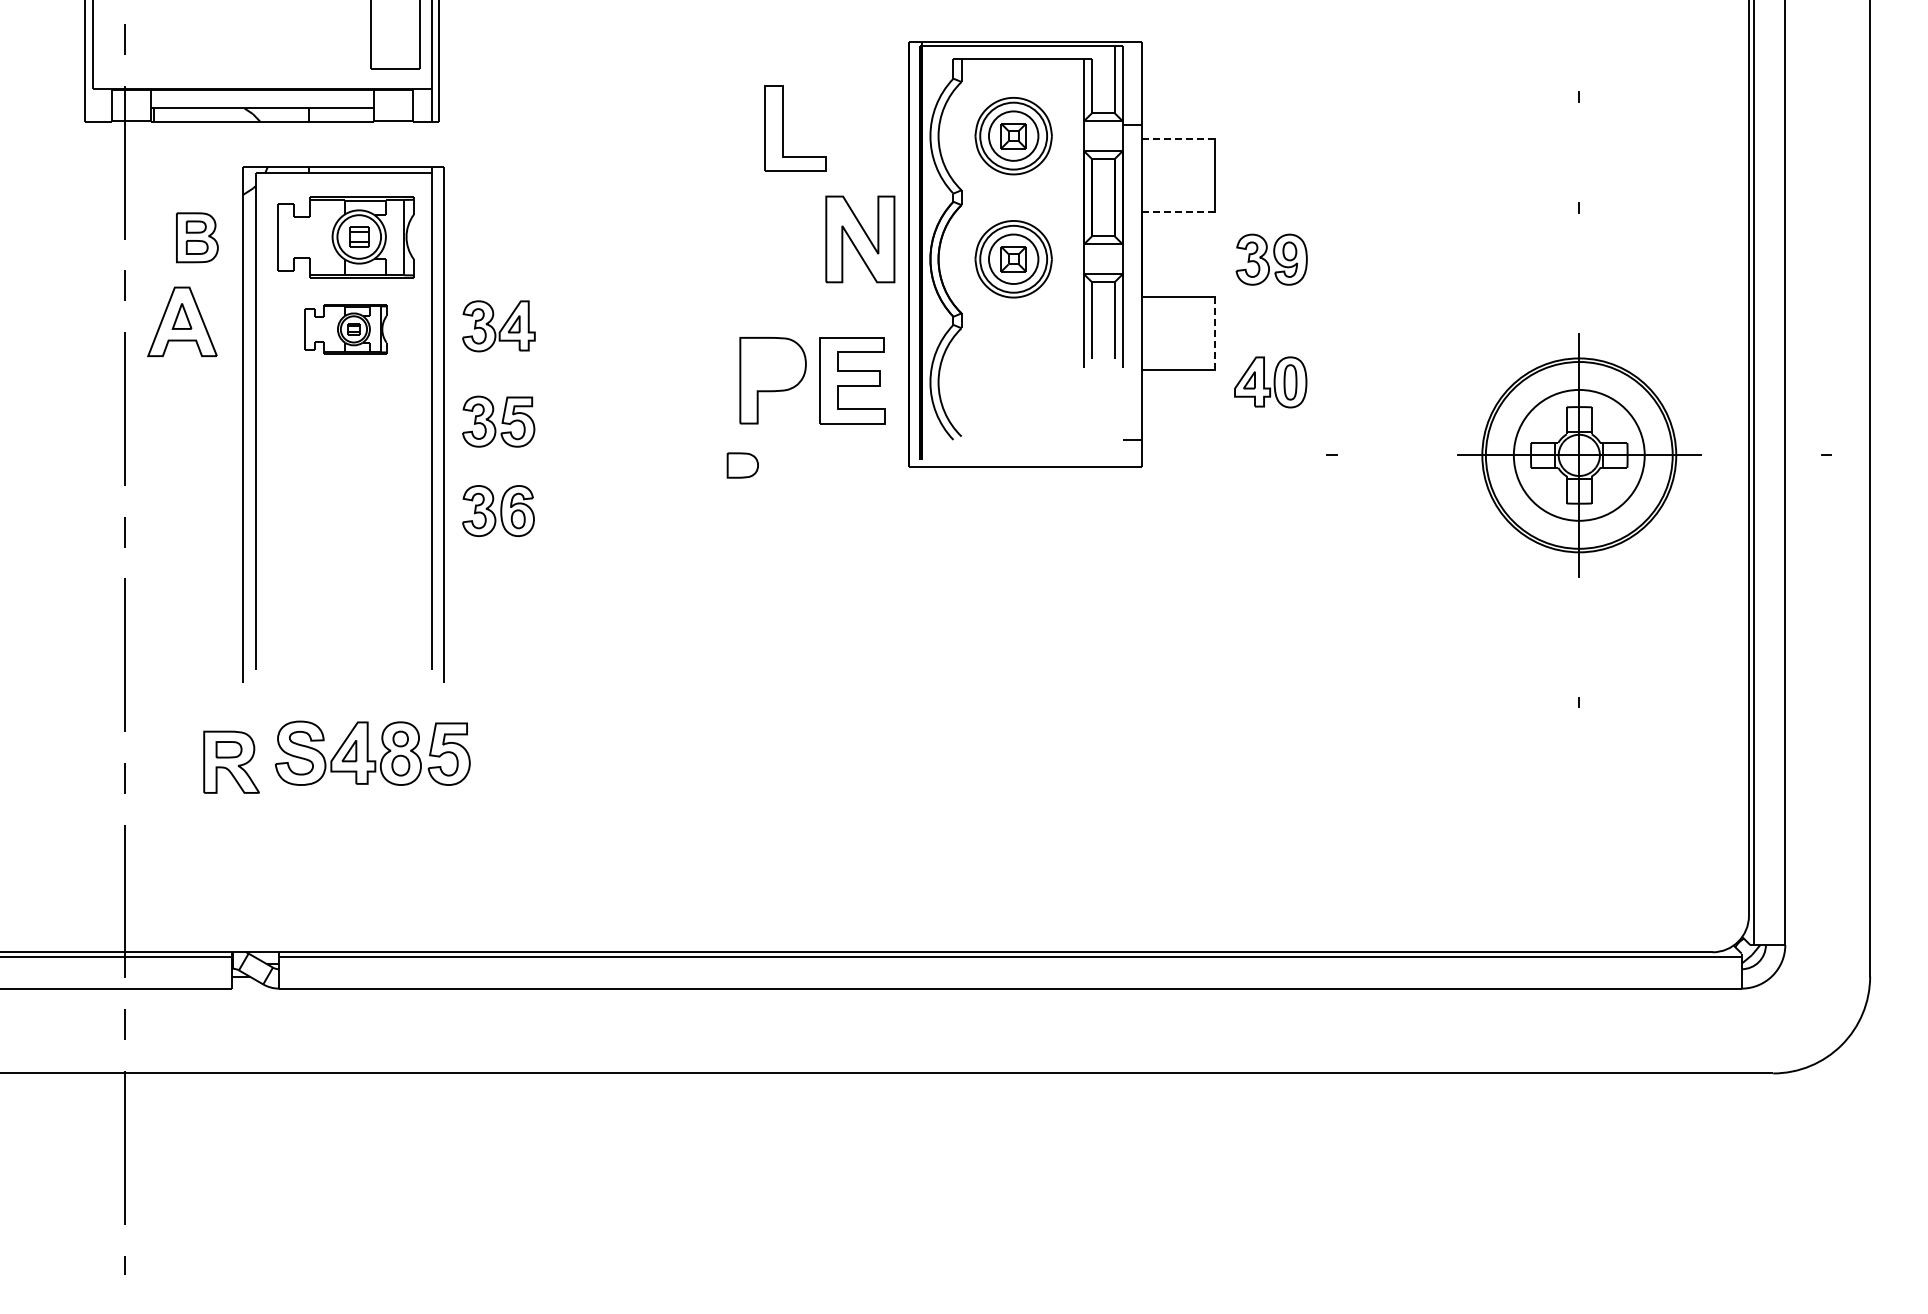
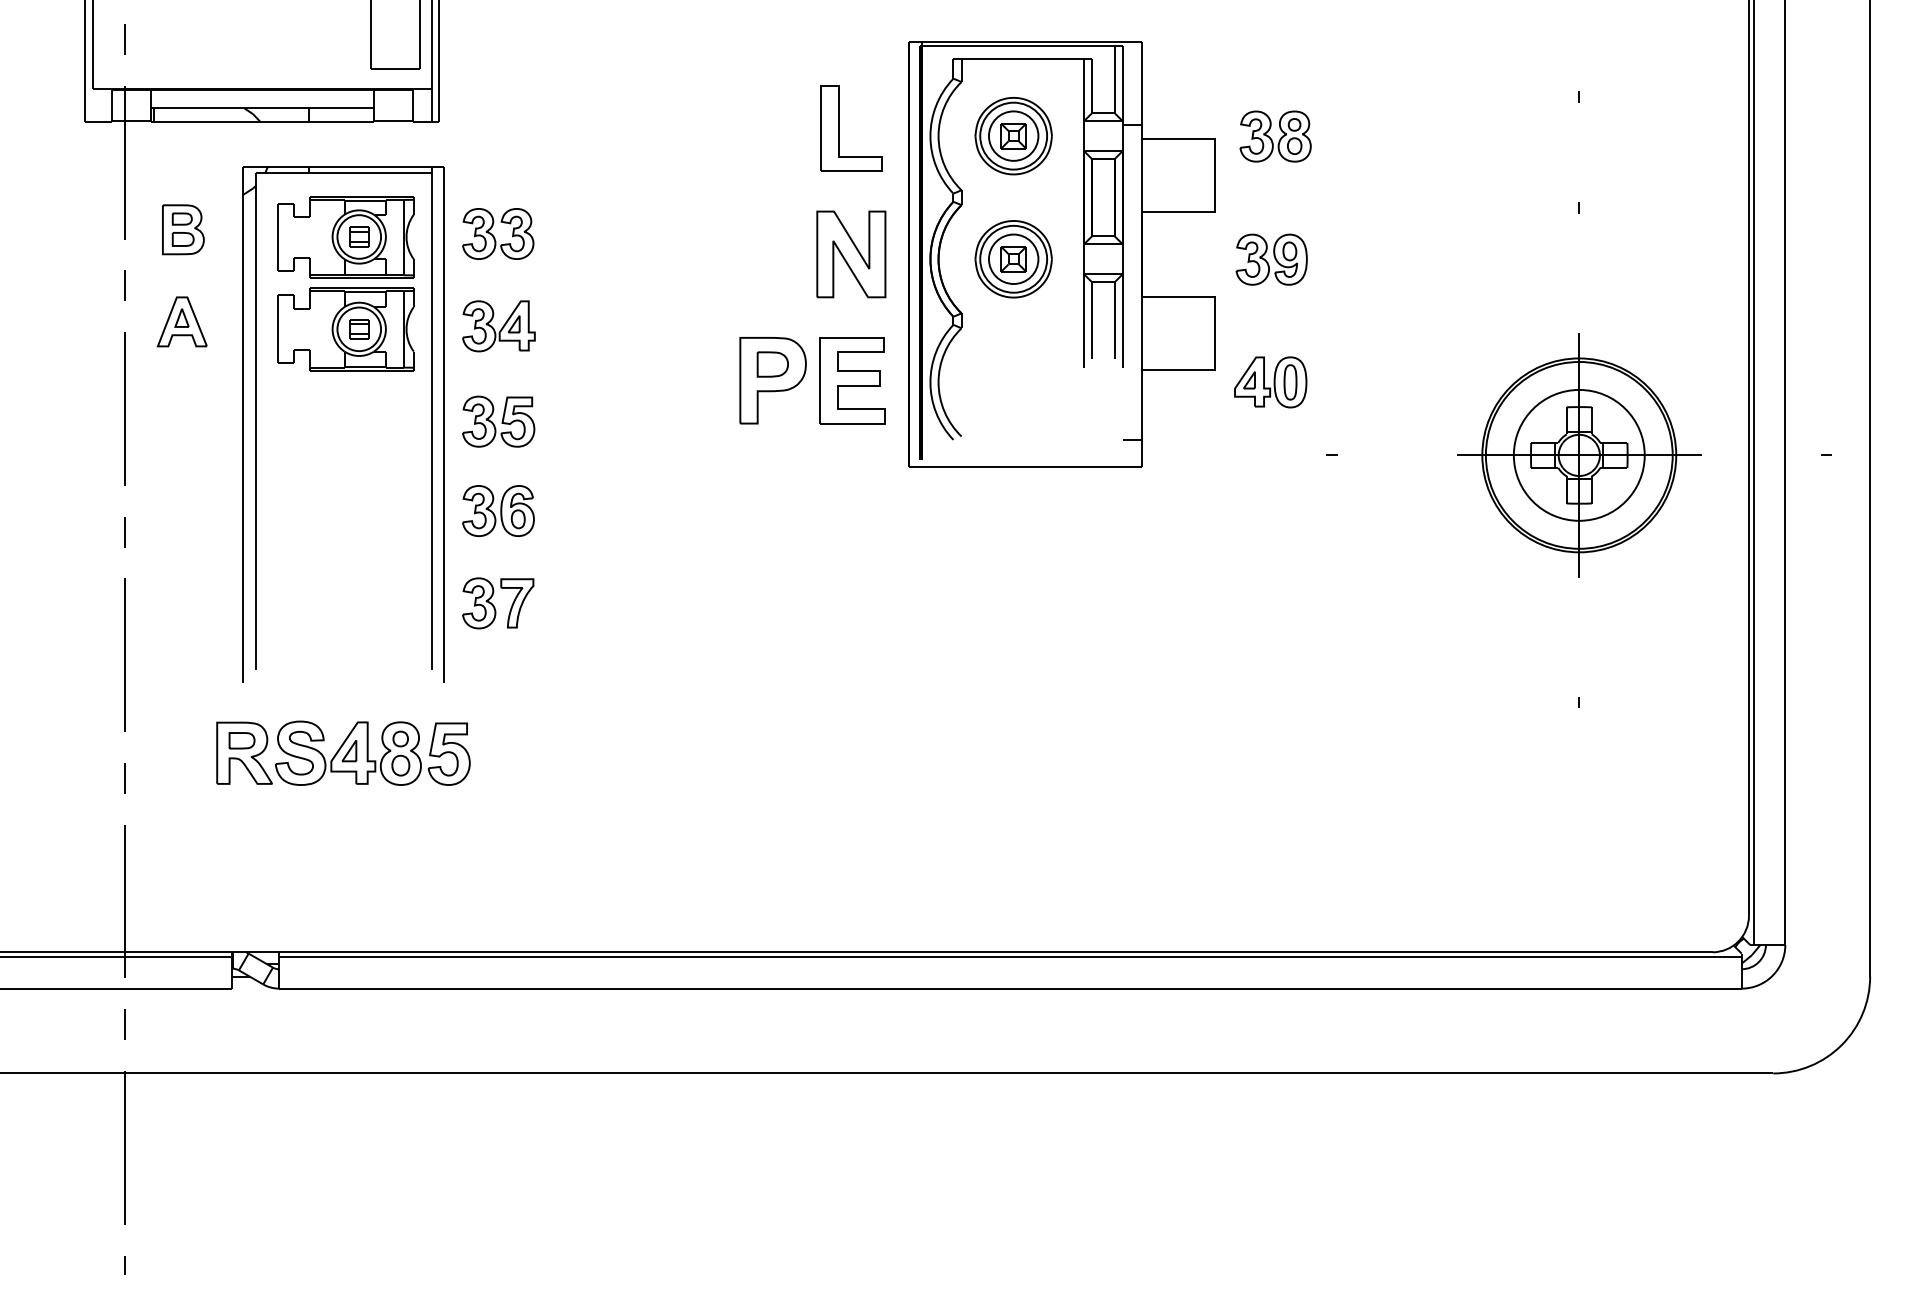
part at (783, 128) position: (783, 128) -> (839, 128)
part at (1275, 136): none -> present
line at (1178, 139): dashed -> solid
line at (1179, 212): dashed -> solid
part at (498, 233): none -> present
part at (197, 237) position: (197, 237) -> (183, 229)
part at (860, 239) position: (860, 239) -> (851, 254)
part at (182, 321) size: 71x71 px -> 52x52 px
part at (345, 329) size: 84x51 px -> 138x85 px
line at (1214, 332): dashed -> solid
part at (742, 465) position: (742, 465) -> (772, 364)
part at (498, 603): none -> present
part at (231, 761) position: (231, 761) -> (244, 752)
